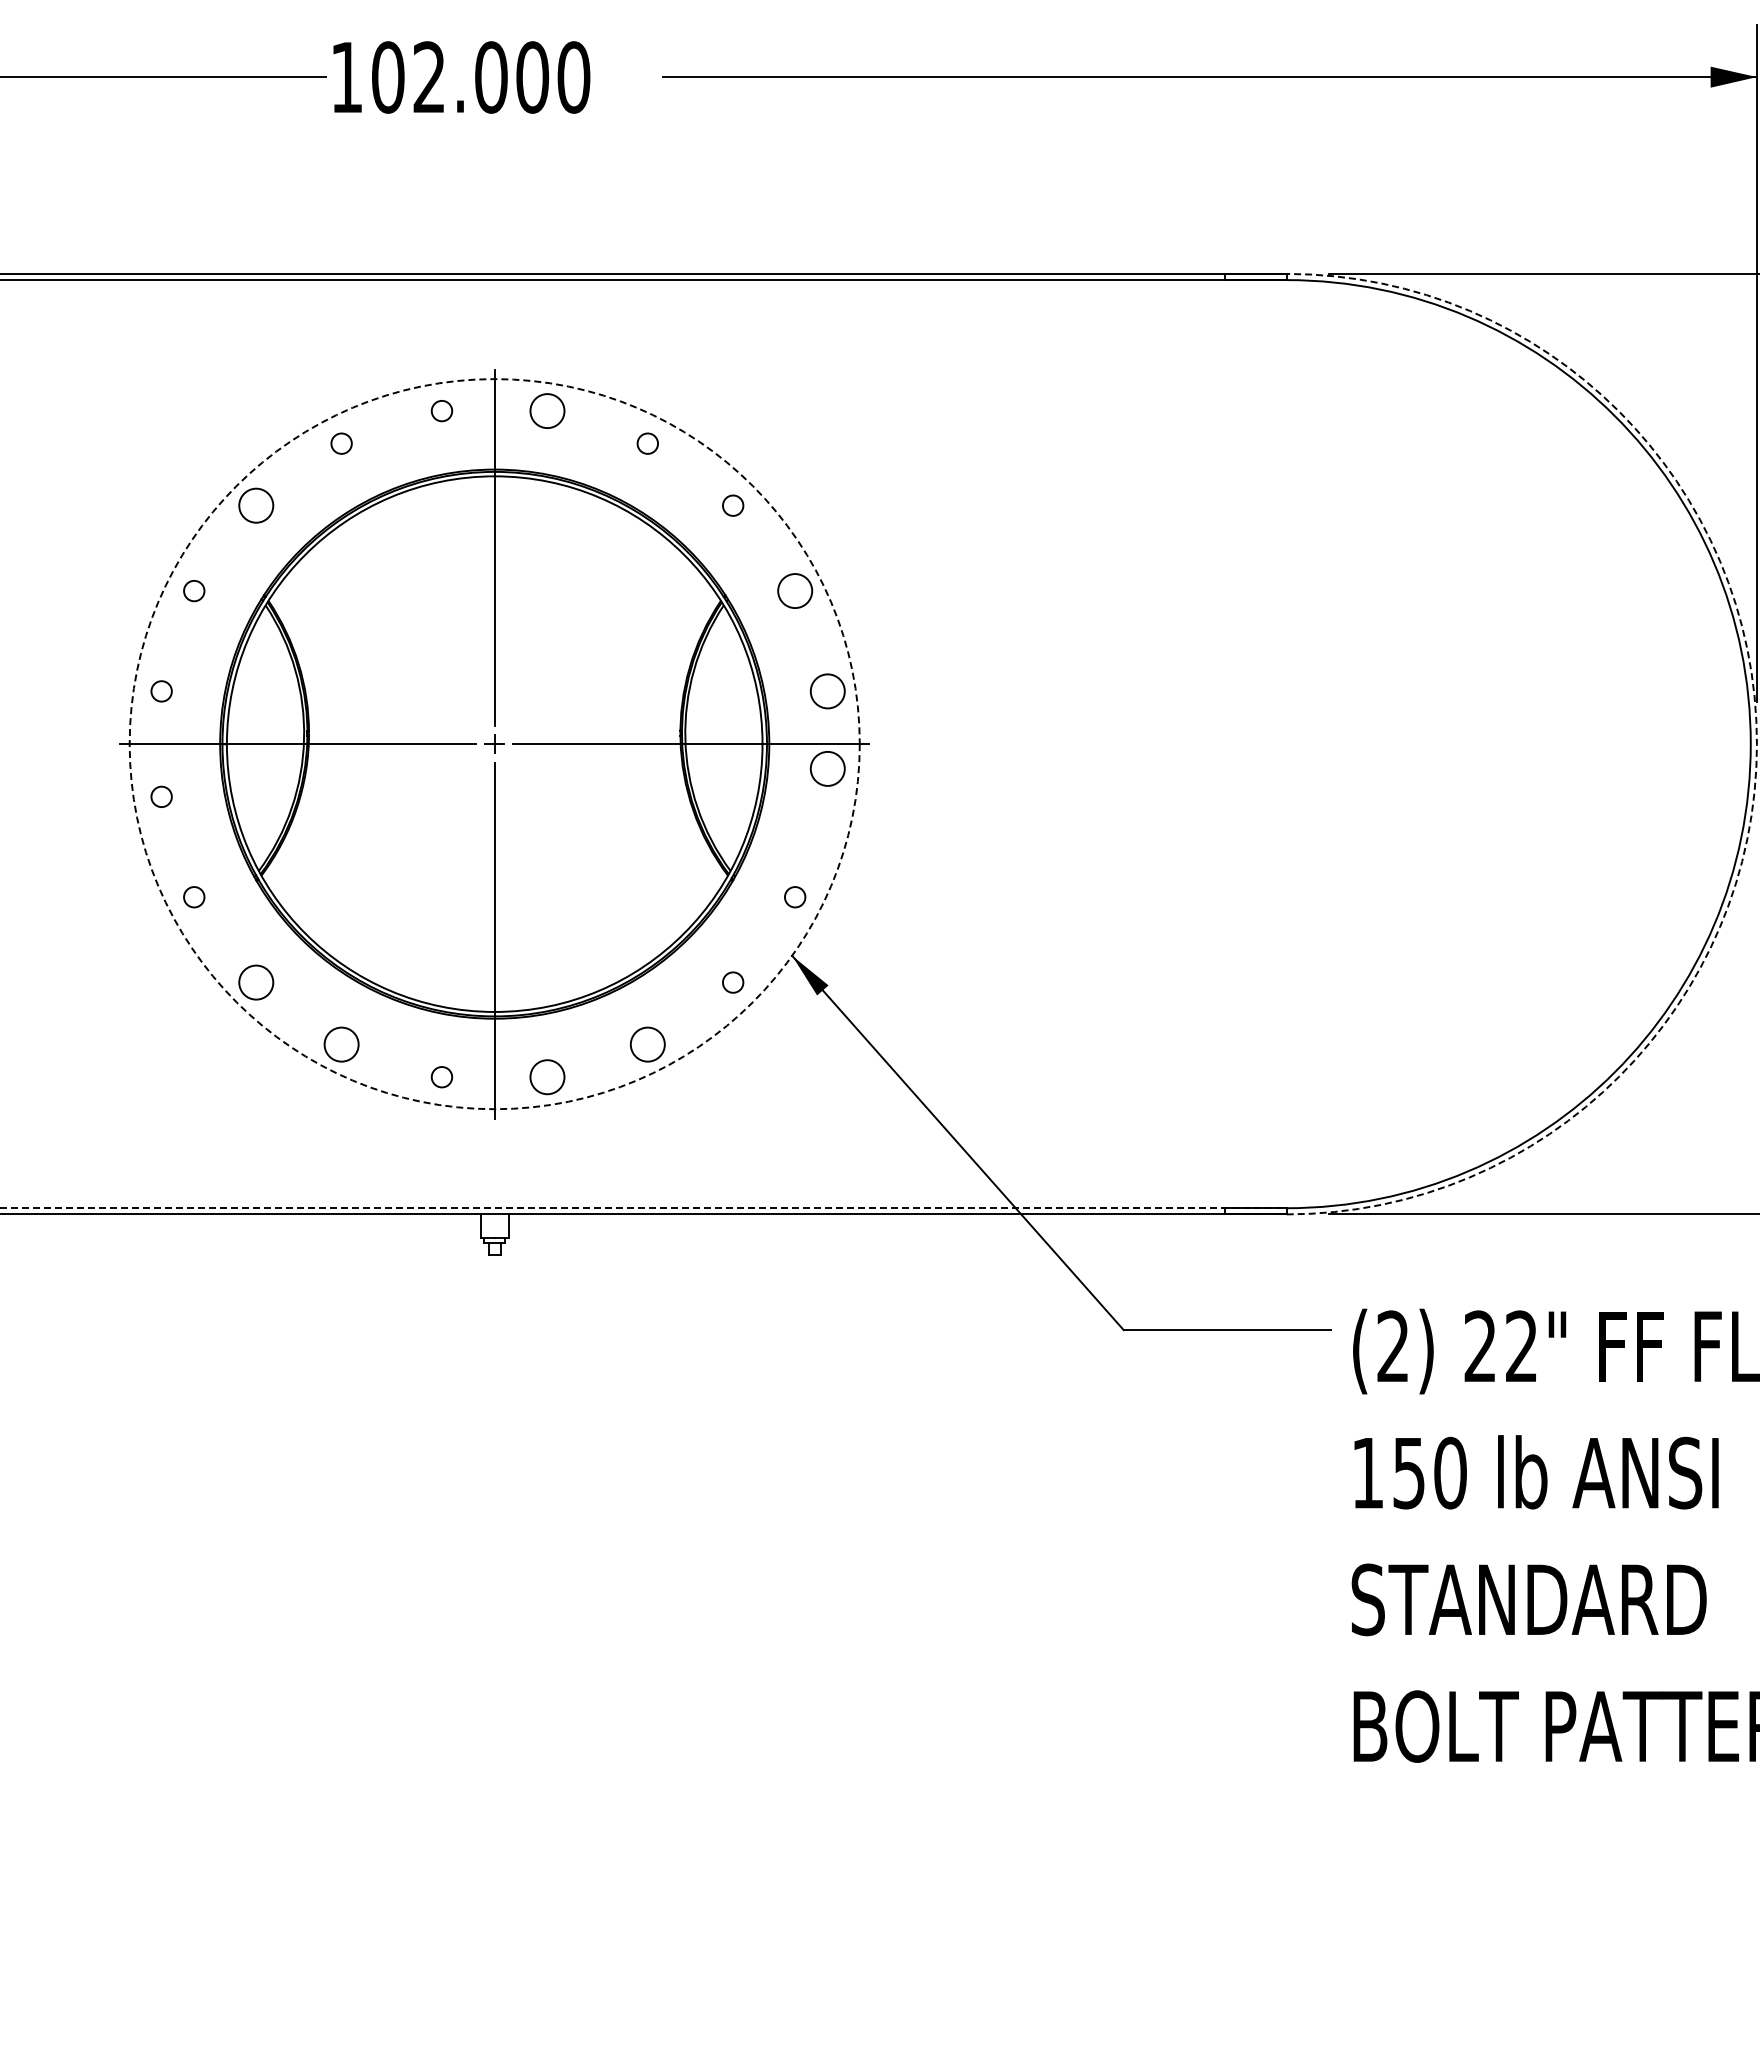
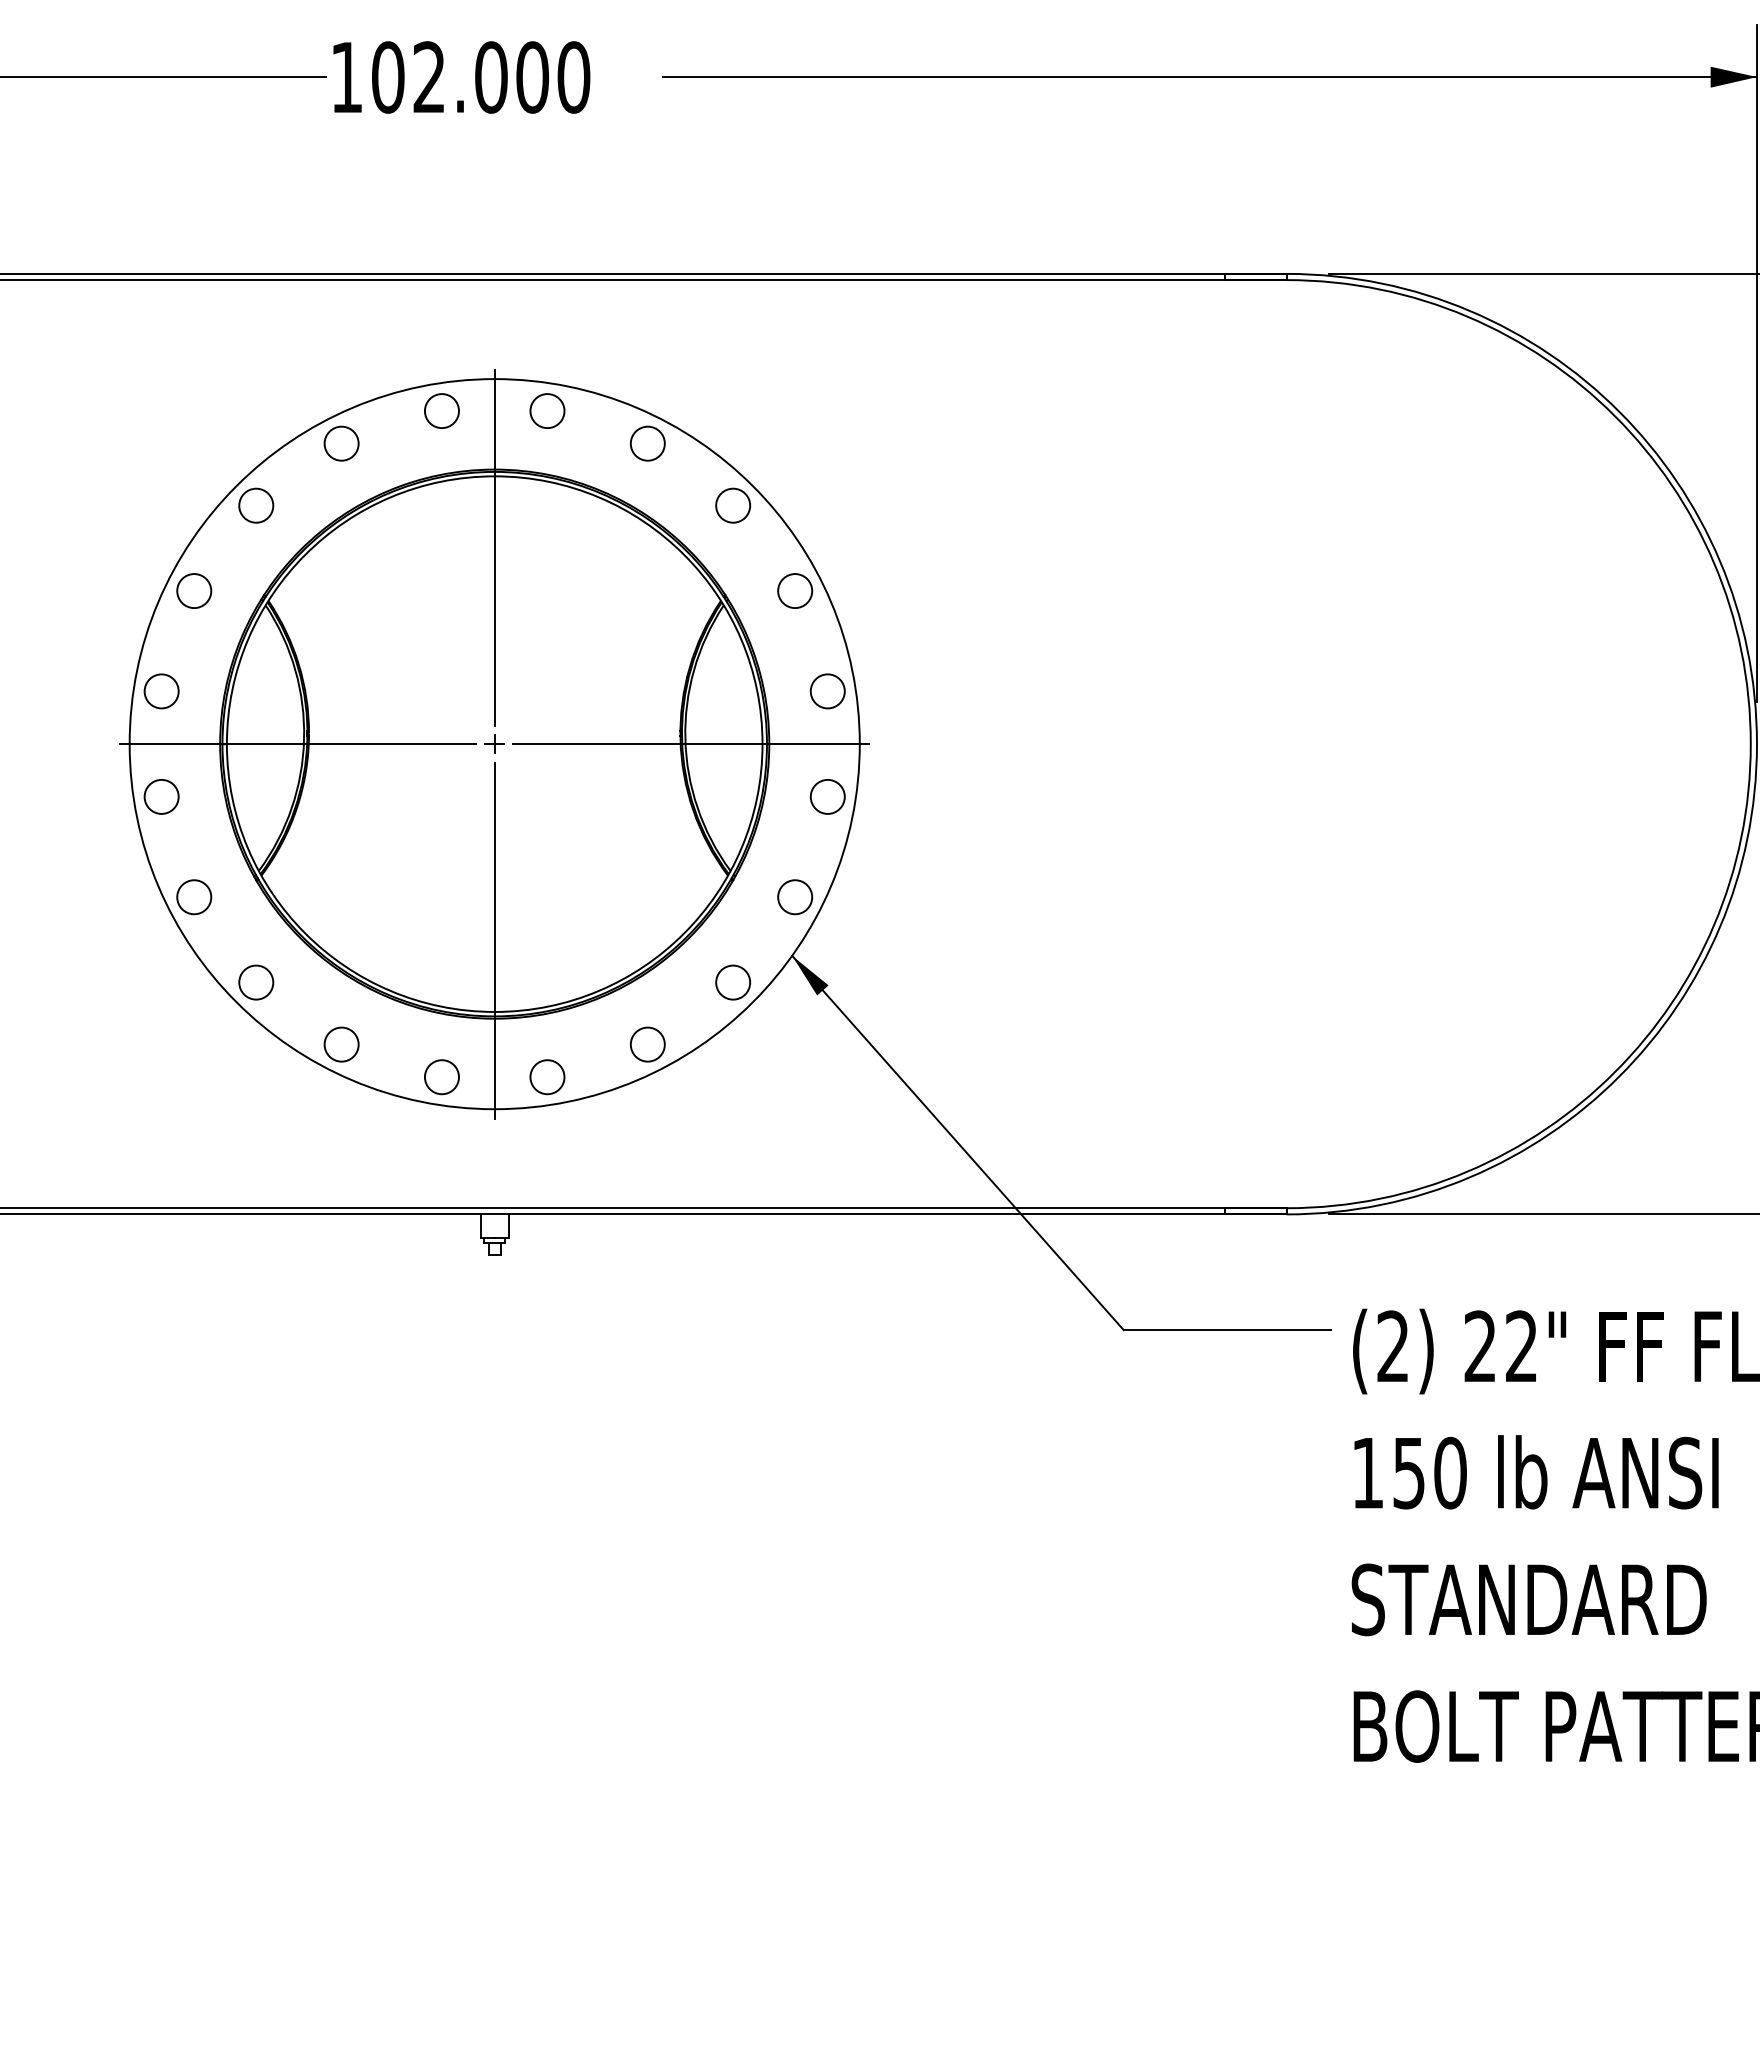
circle at (441, 410) diameter: 20 px -> 34 px
circle at (341, 443) diameter: 20 px -> 34 px
circle at (647, 443) diameter: 20 px -> 34 px
circle at (732, 505) diameter: 20 px -> 34 px
circle at (194, 590) diameter: 20 px -> 34 px
circle at (161, 691) diameter: 20 px -> 34 px
circle at (494, 744): dashed -> solid
arc at (1756, 744): dashed -> solid
circle at (827, 768) position: (827, 768) -> (827, 796)
circle at (161, 796) diameter: 20 px -> 34 px
circle at (194, 897) diameter: 20 px -> 34 px
circle at (794, 897) diameter: 20 px -> 34 px
circle at (732, 982) diameter: 20 px -> 34 px
circle at (441, 1077) diameter: 20 px -> 34 px
line at (643, 1208): dashed -> solid
